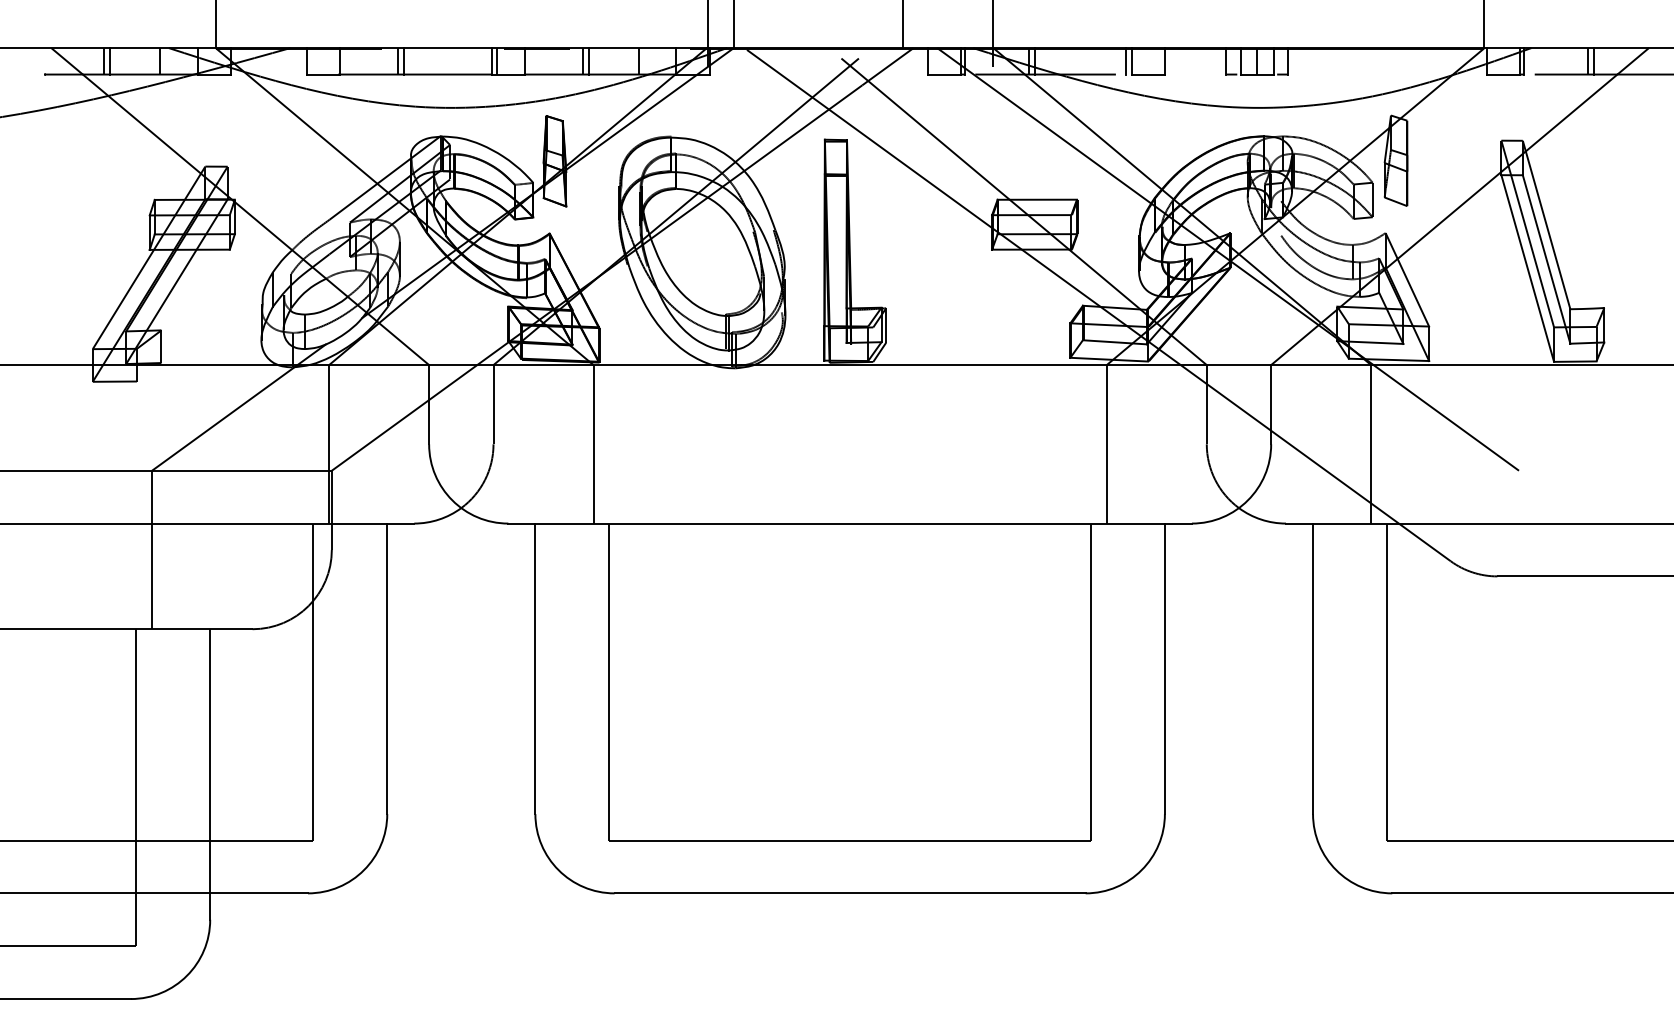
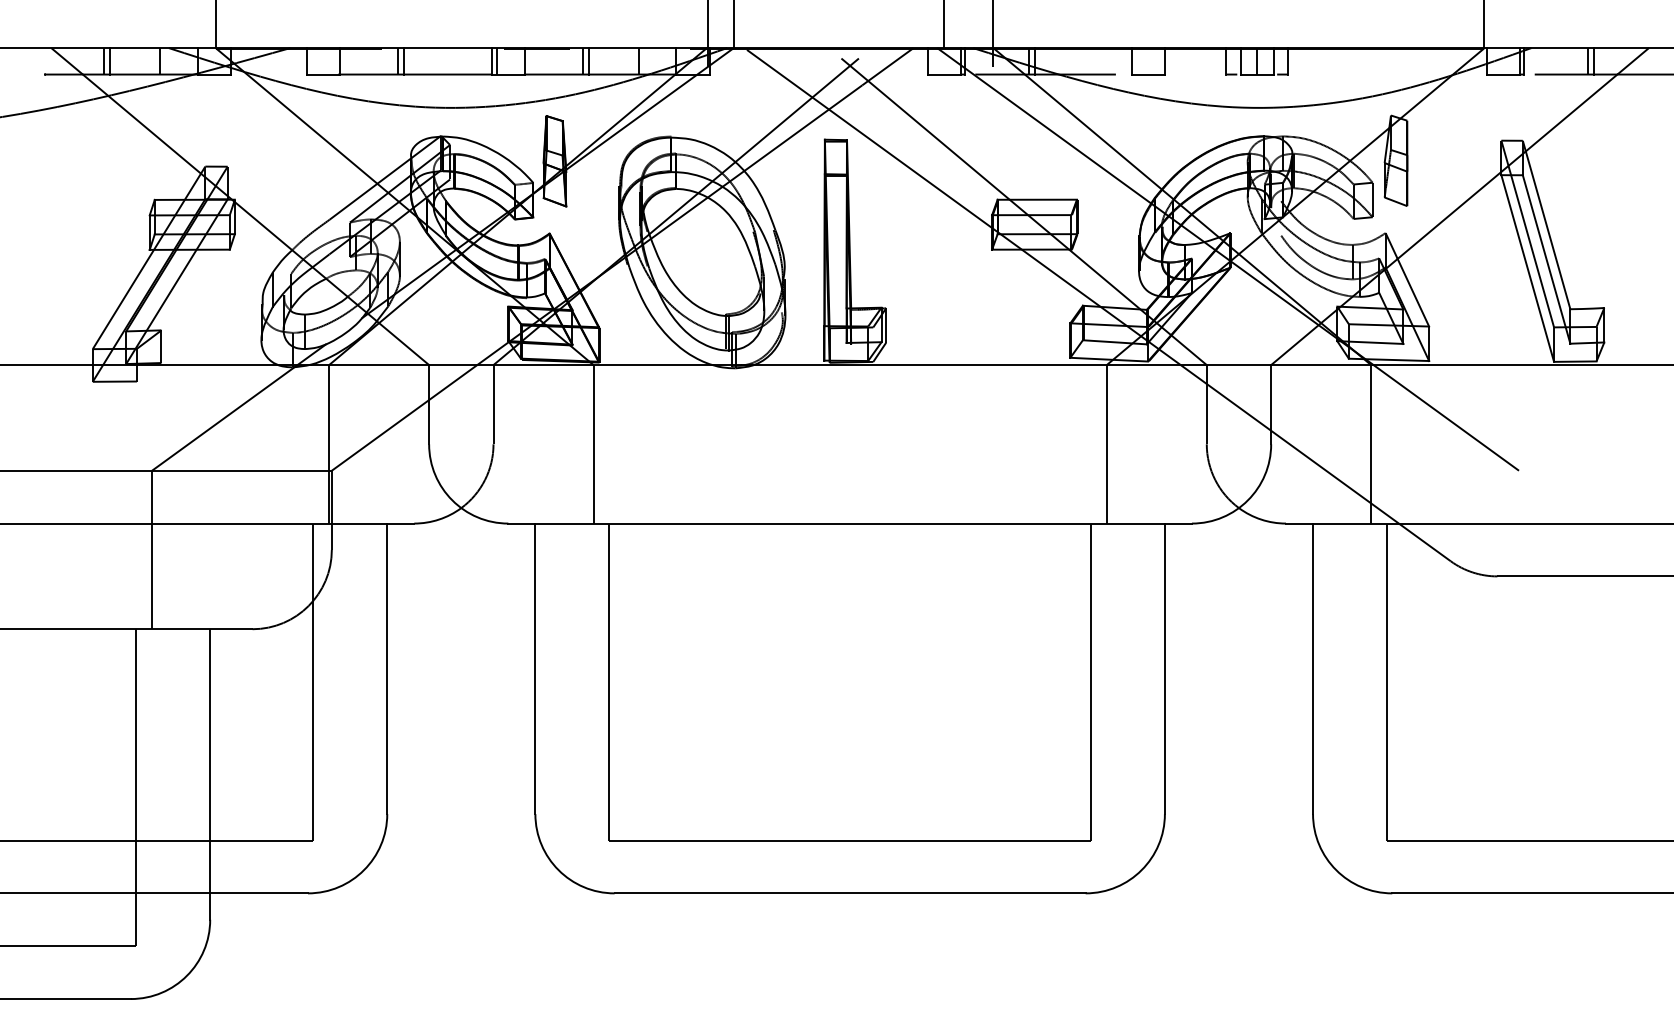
line at (902, 25) position: (902, 25) -> (943, 25)
line at (1126, 61): present -> none
